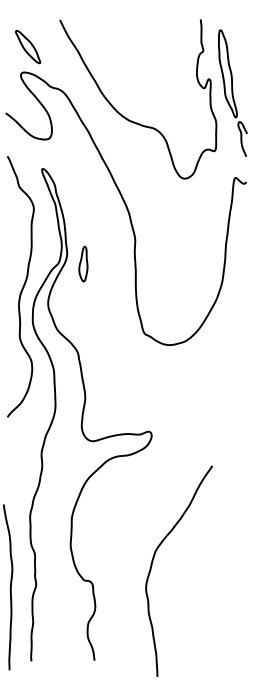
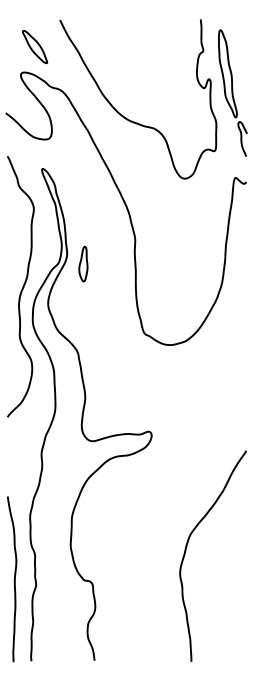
part at (28, 47) position: (28, 47) -> (35, 47)
curve at (152, 566) position: (152, 566) -> (186, 551)
curve at (9, 588) position: (9, 588) -> (13, 580)
